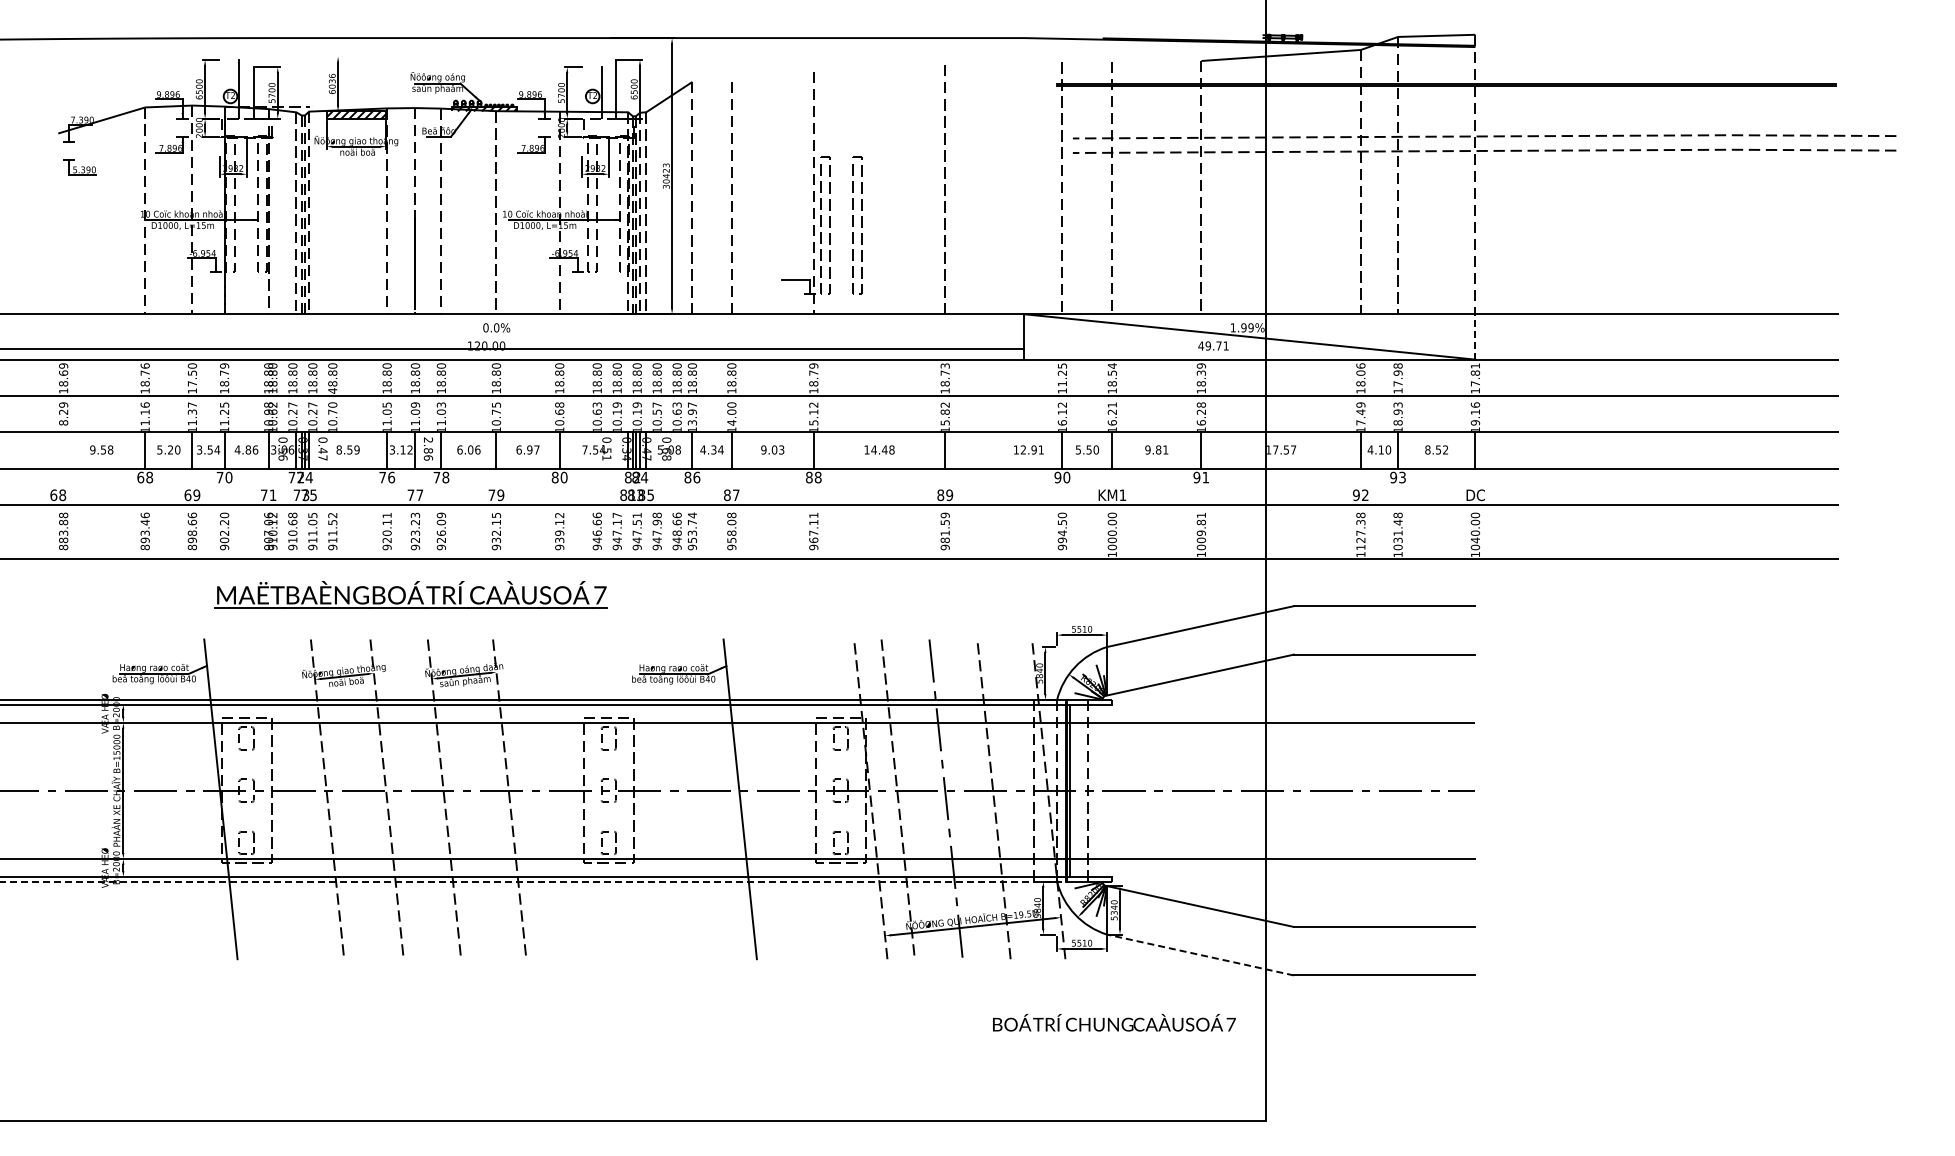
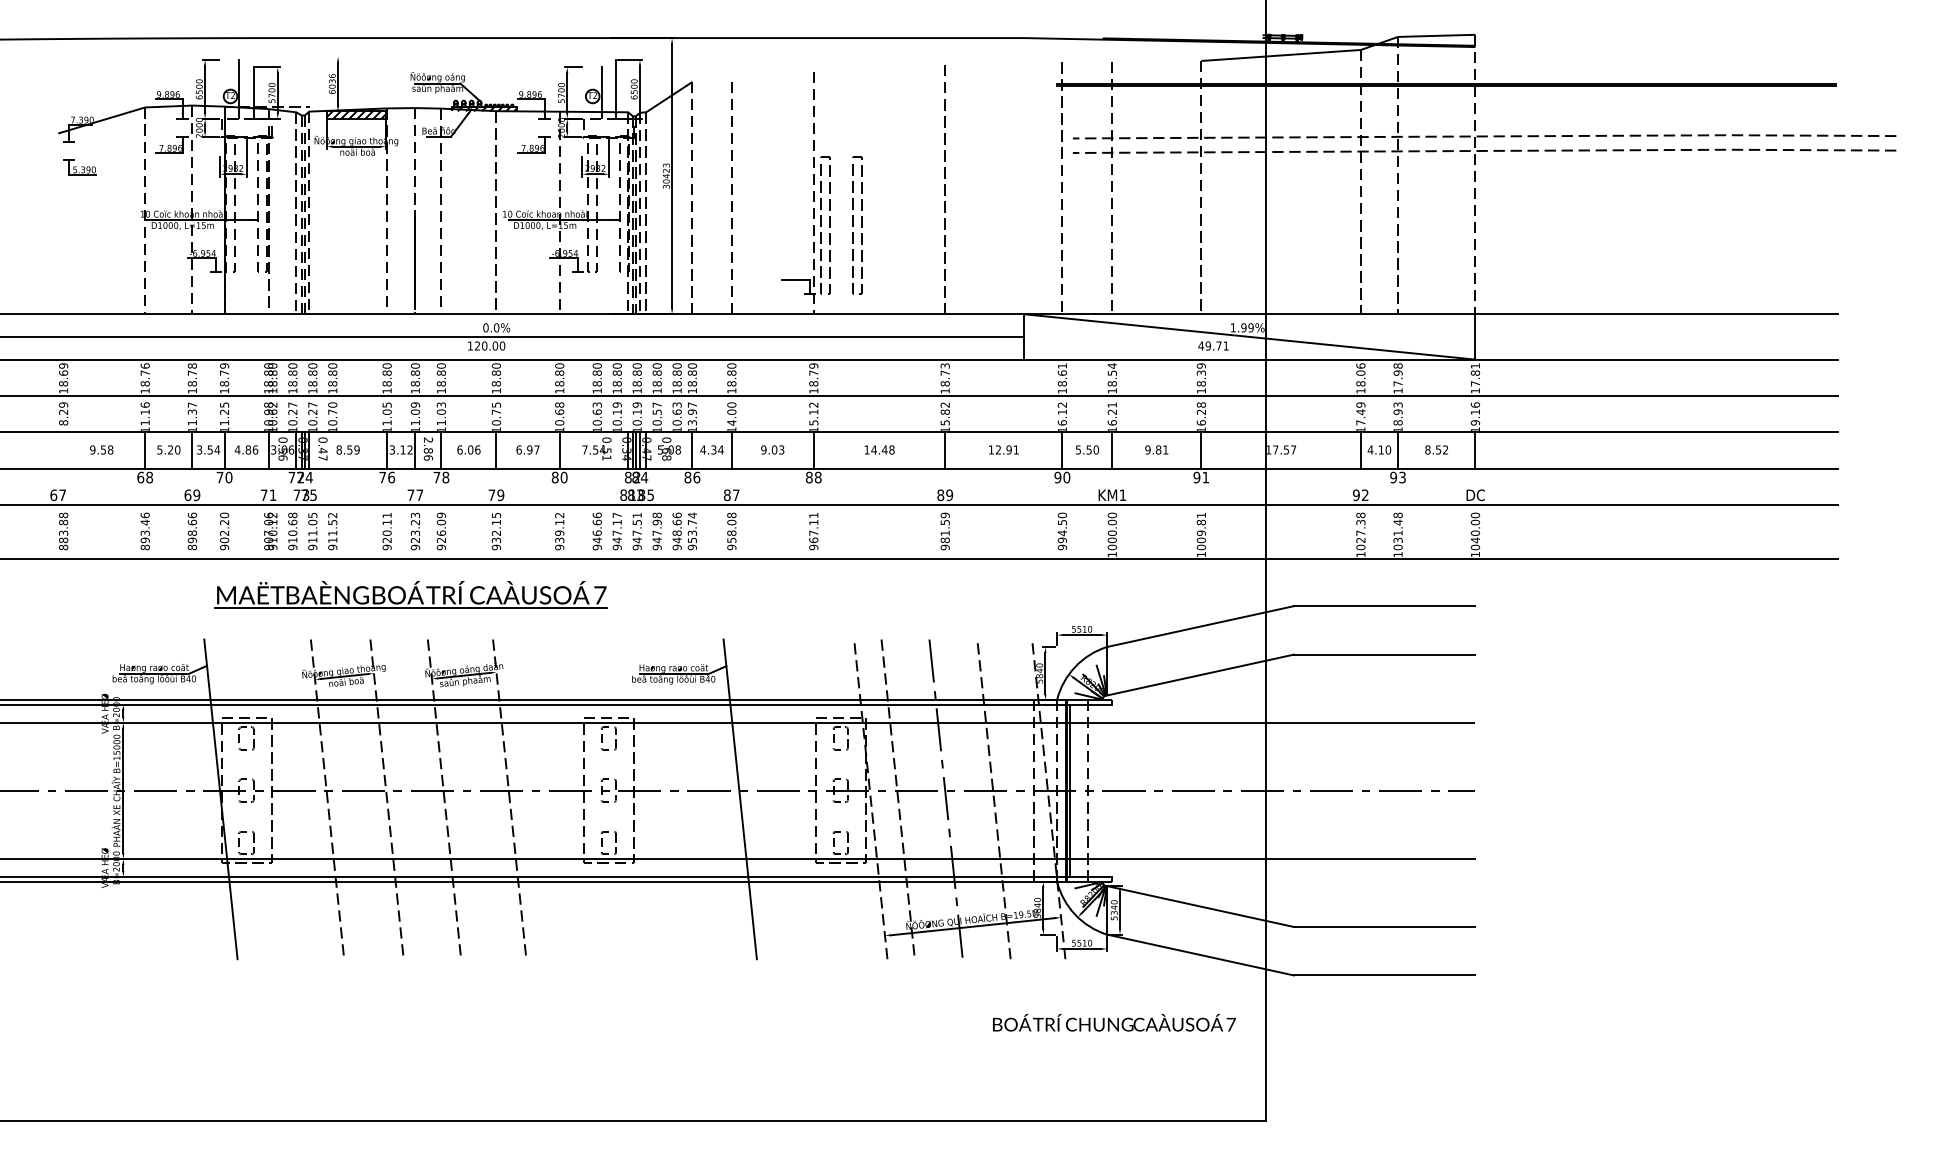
line at (1475, 336): dashed -> solid
line at (513, 348) position: (513, 348) -> (513, 336)
text at (192, 374): 17.50 -> 18.78
text at (1062, 374): 11.25 -> 18.61
text at (332, 390): 48.80 -> 18.80
text at (1028, 449) position: (1028, 449) -> (1003, 449)
text at (62, 495): 68 -> 67
text at (1360, 547): 1127.38 -> 1027.38
line at (533, 881): dashed -> solid
line at (1200, 955): dashed -> solid
